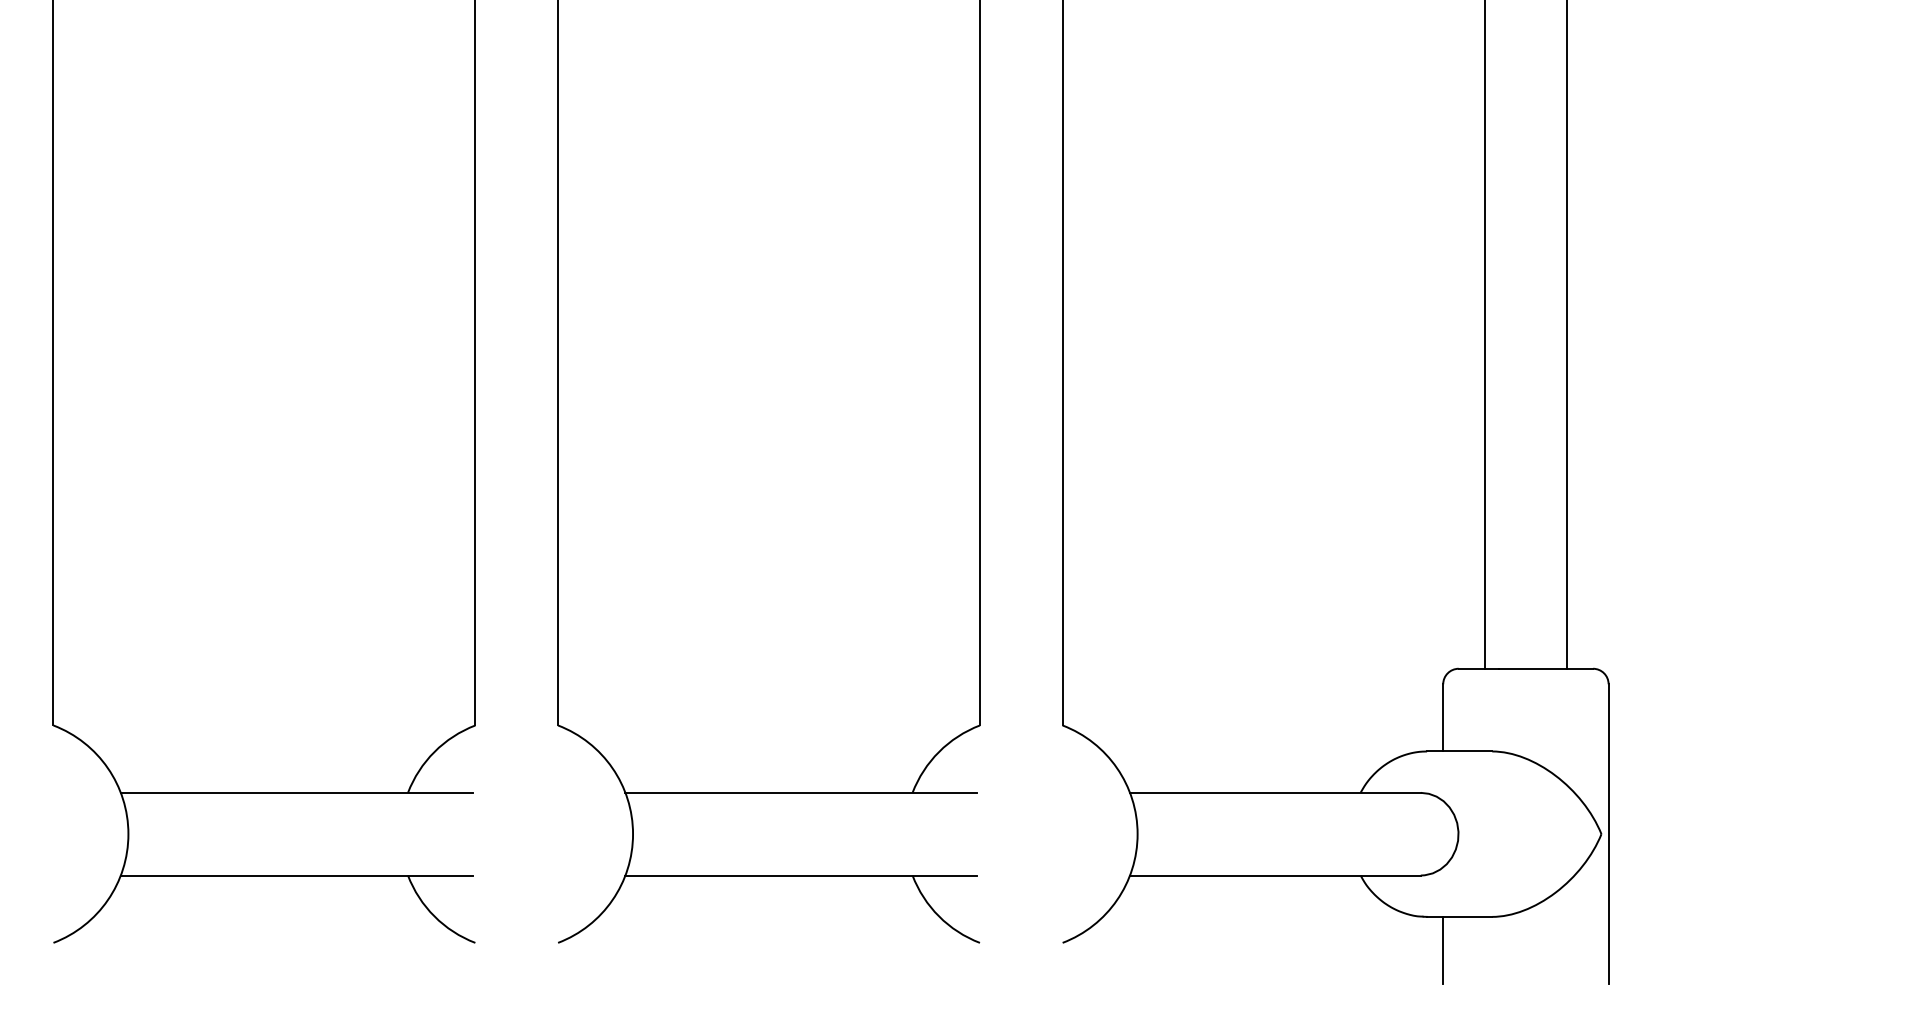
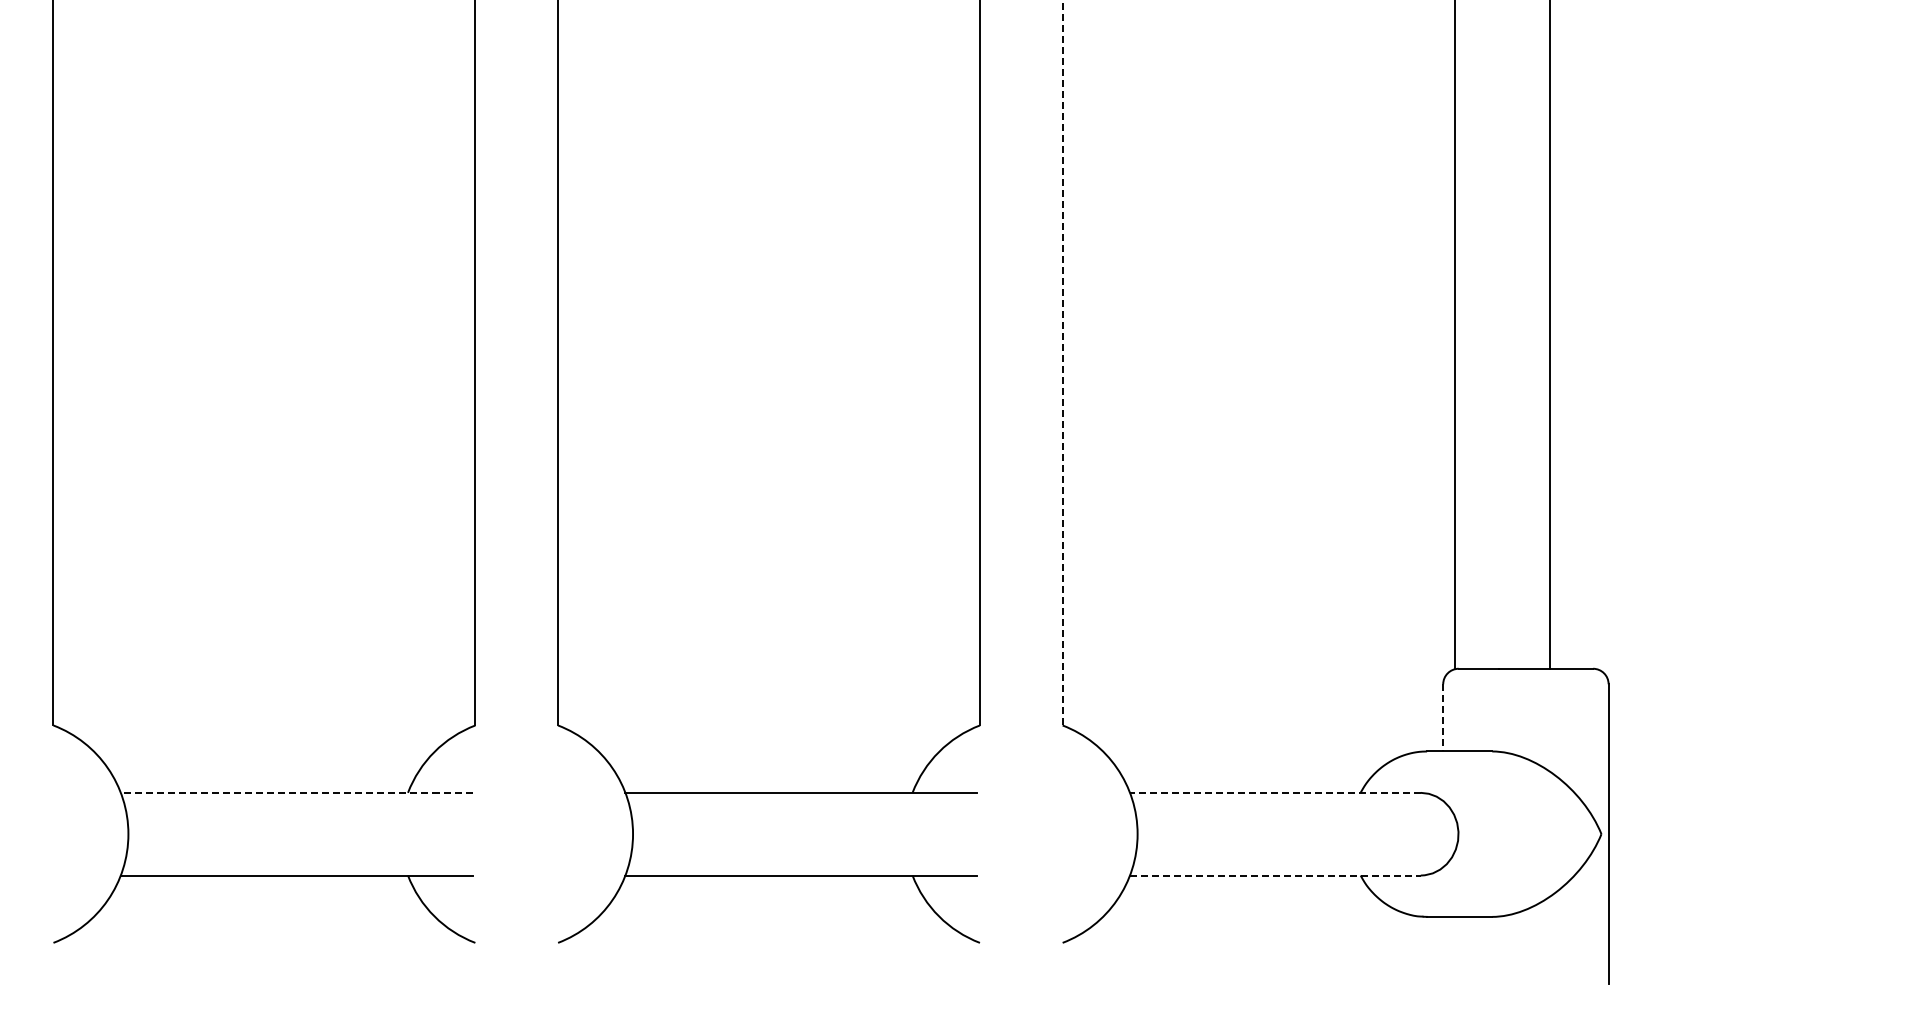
line at (1484, 335) position: (1484, 335) -> (1454, 335)
line at (1567, 335) position: (1567, 335) -> (1550, 335)
line at (1062, 362): solid -> dashed
line at (1443, 717): solid -> dashed
line at (296, 792): solid -> dashed
line at (1274, 792): solid -> dashed
line at (1275, 875): solid -> dashed
line at (1443, 950): present -> none
